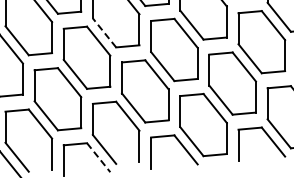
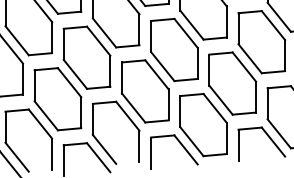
line at (104, 32): dashed -> solid
line at (98, 157): dashed -> solid
